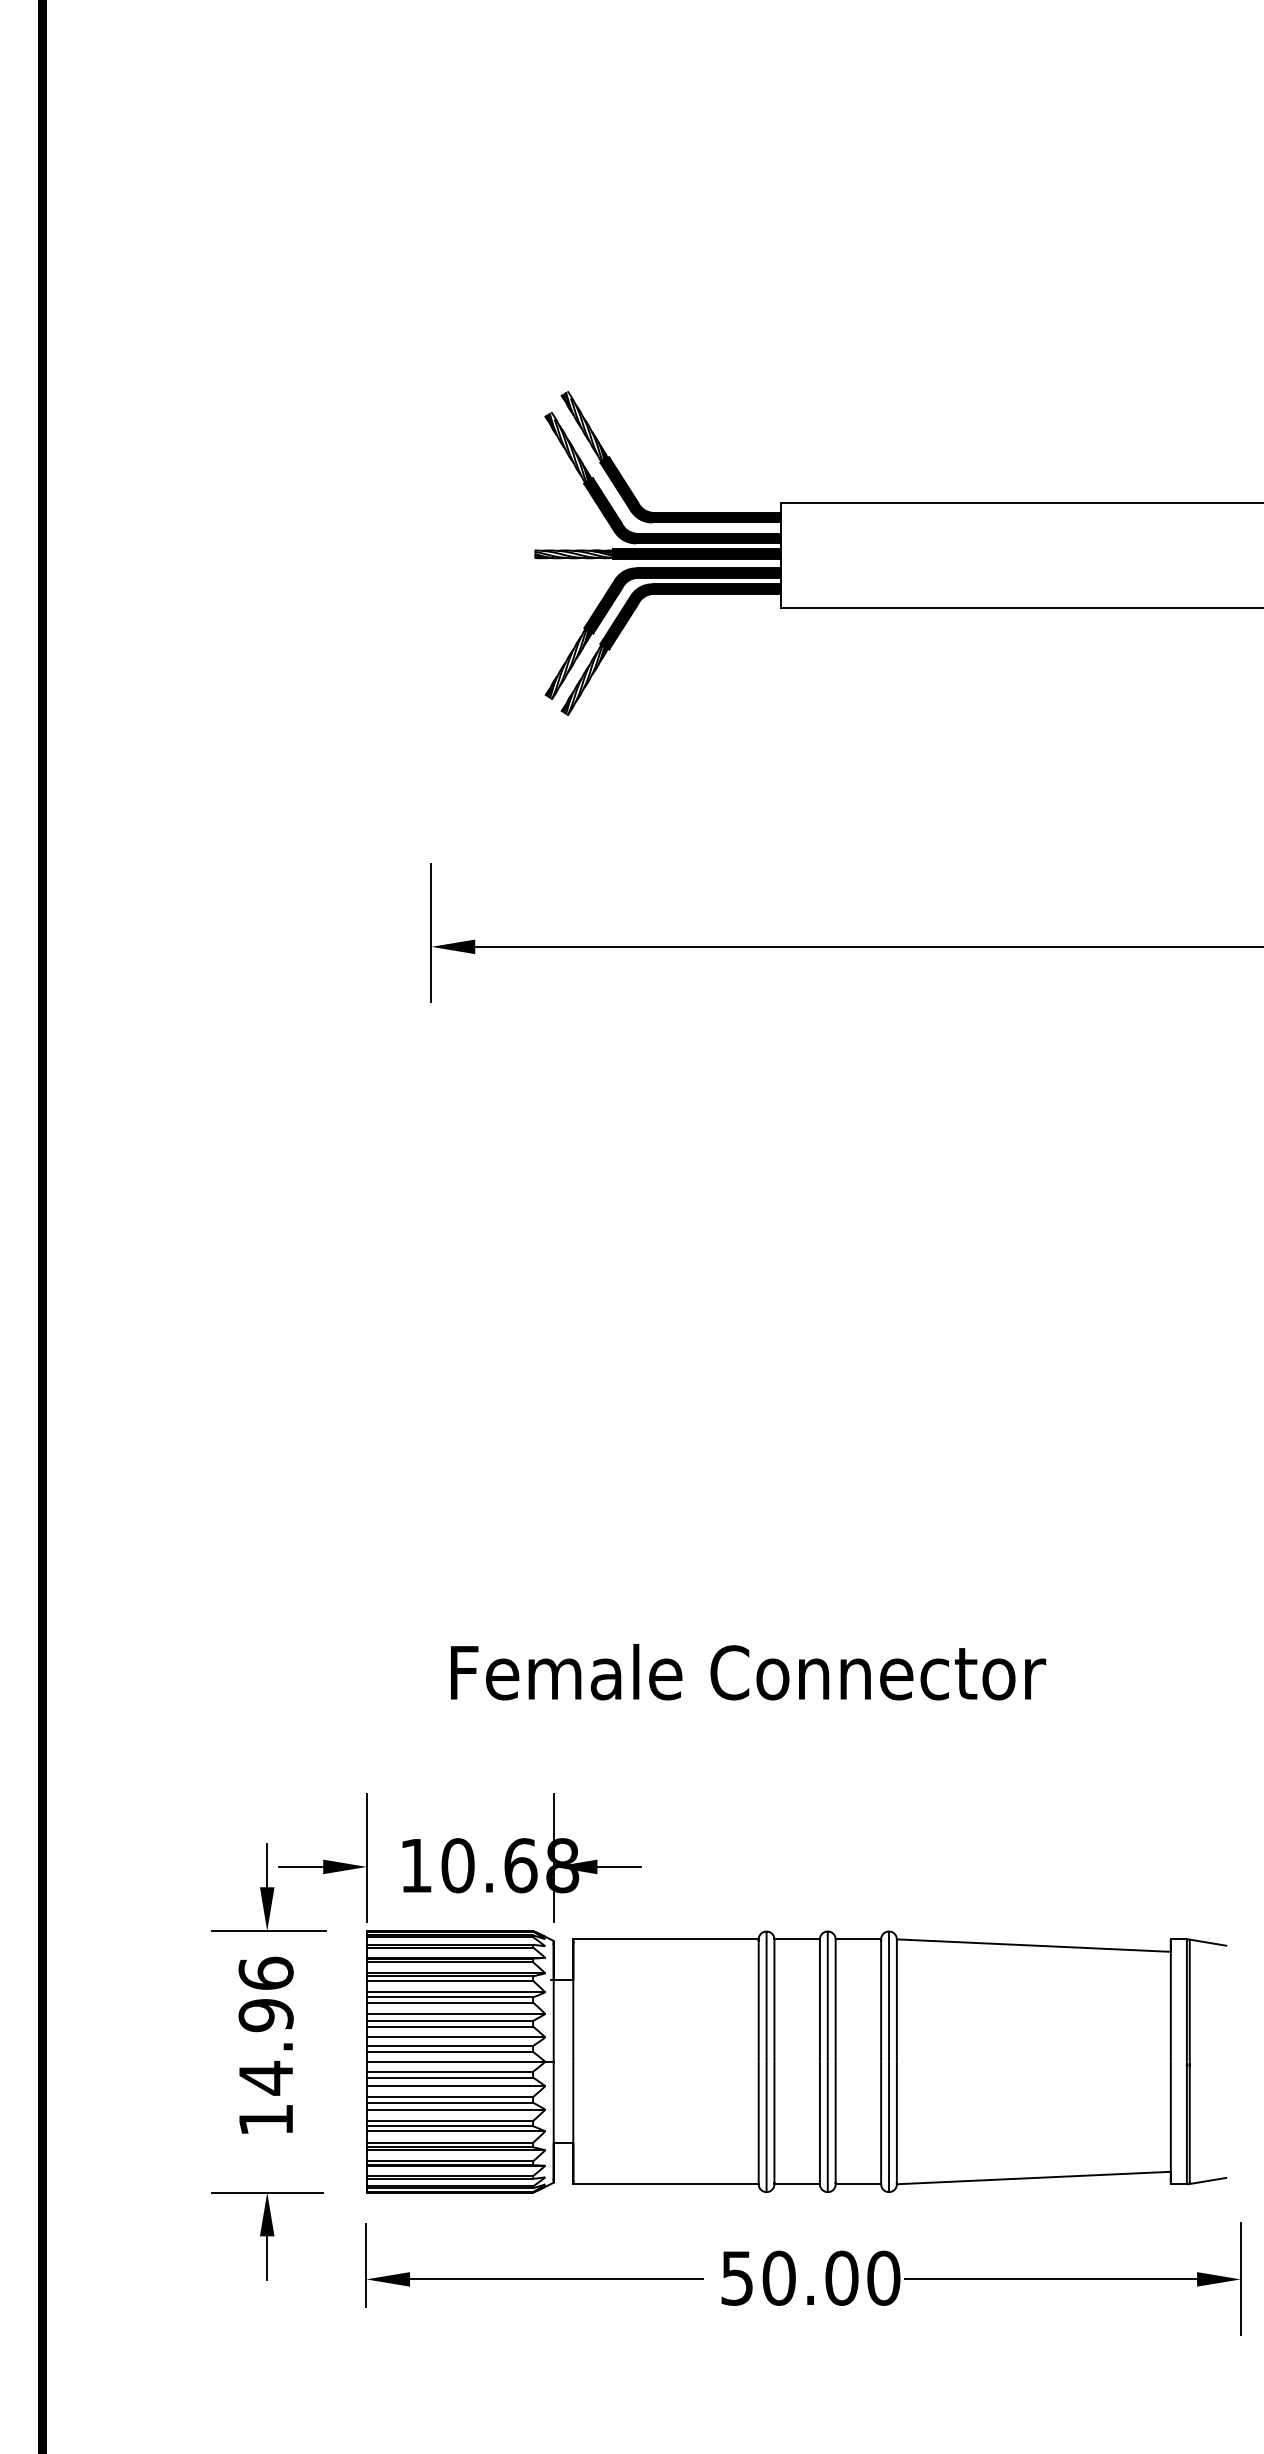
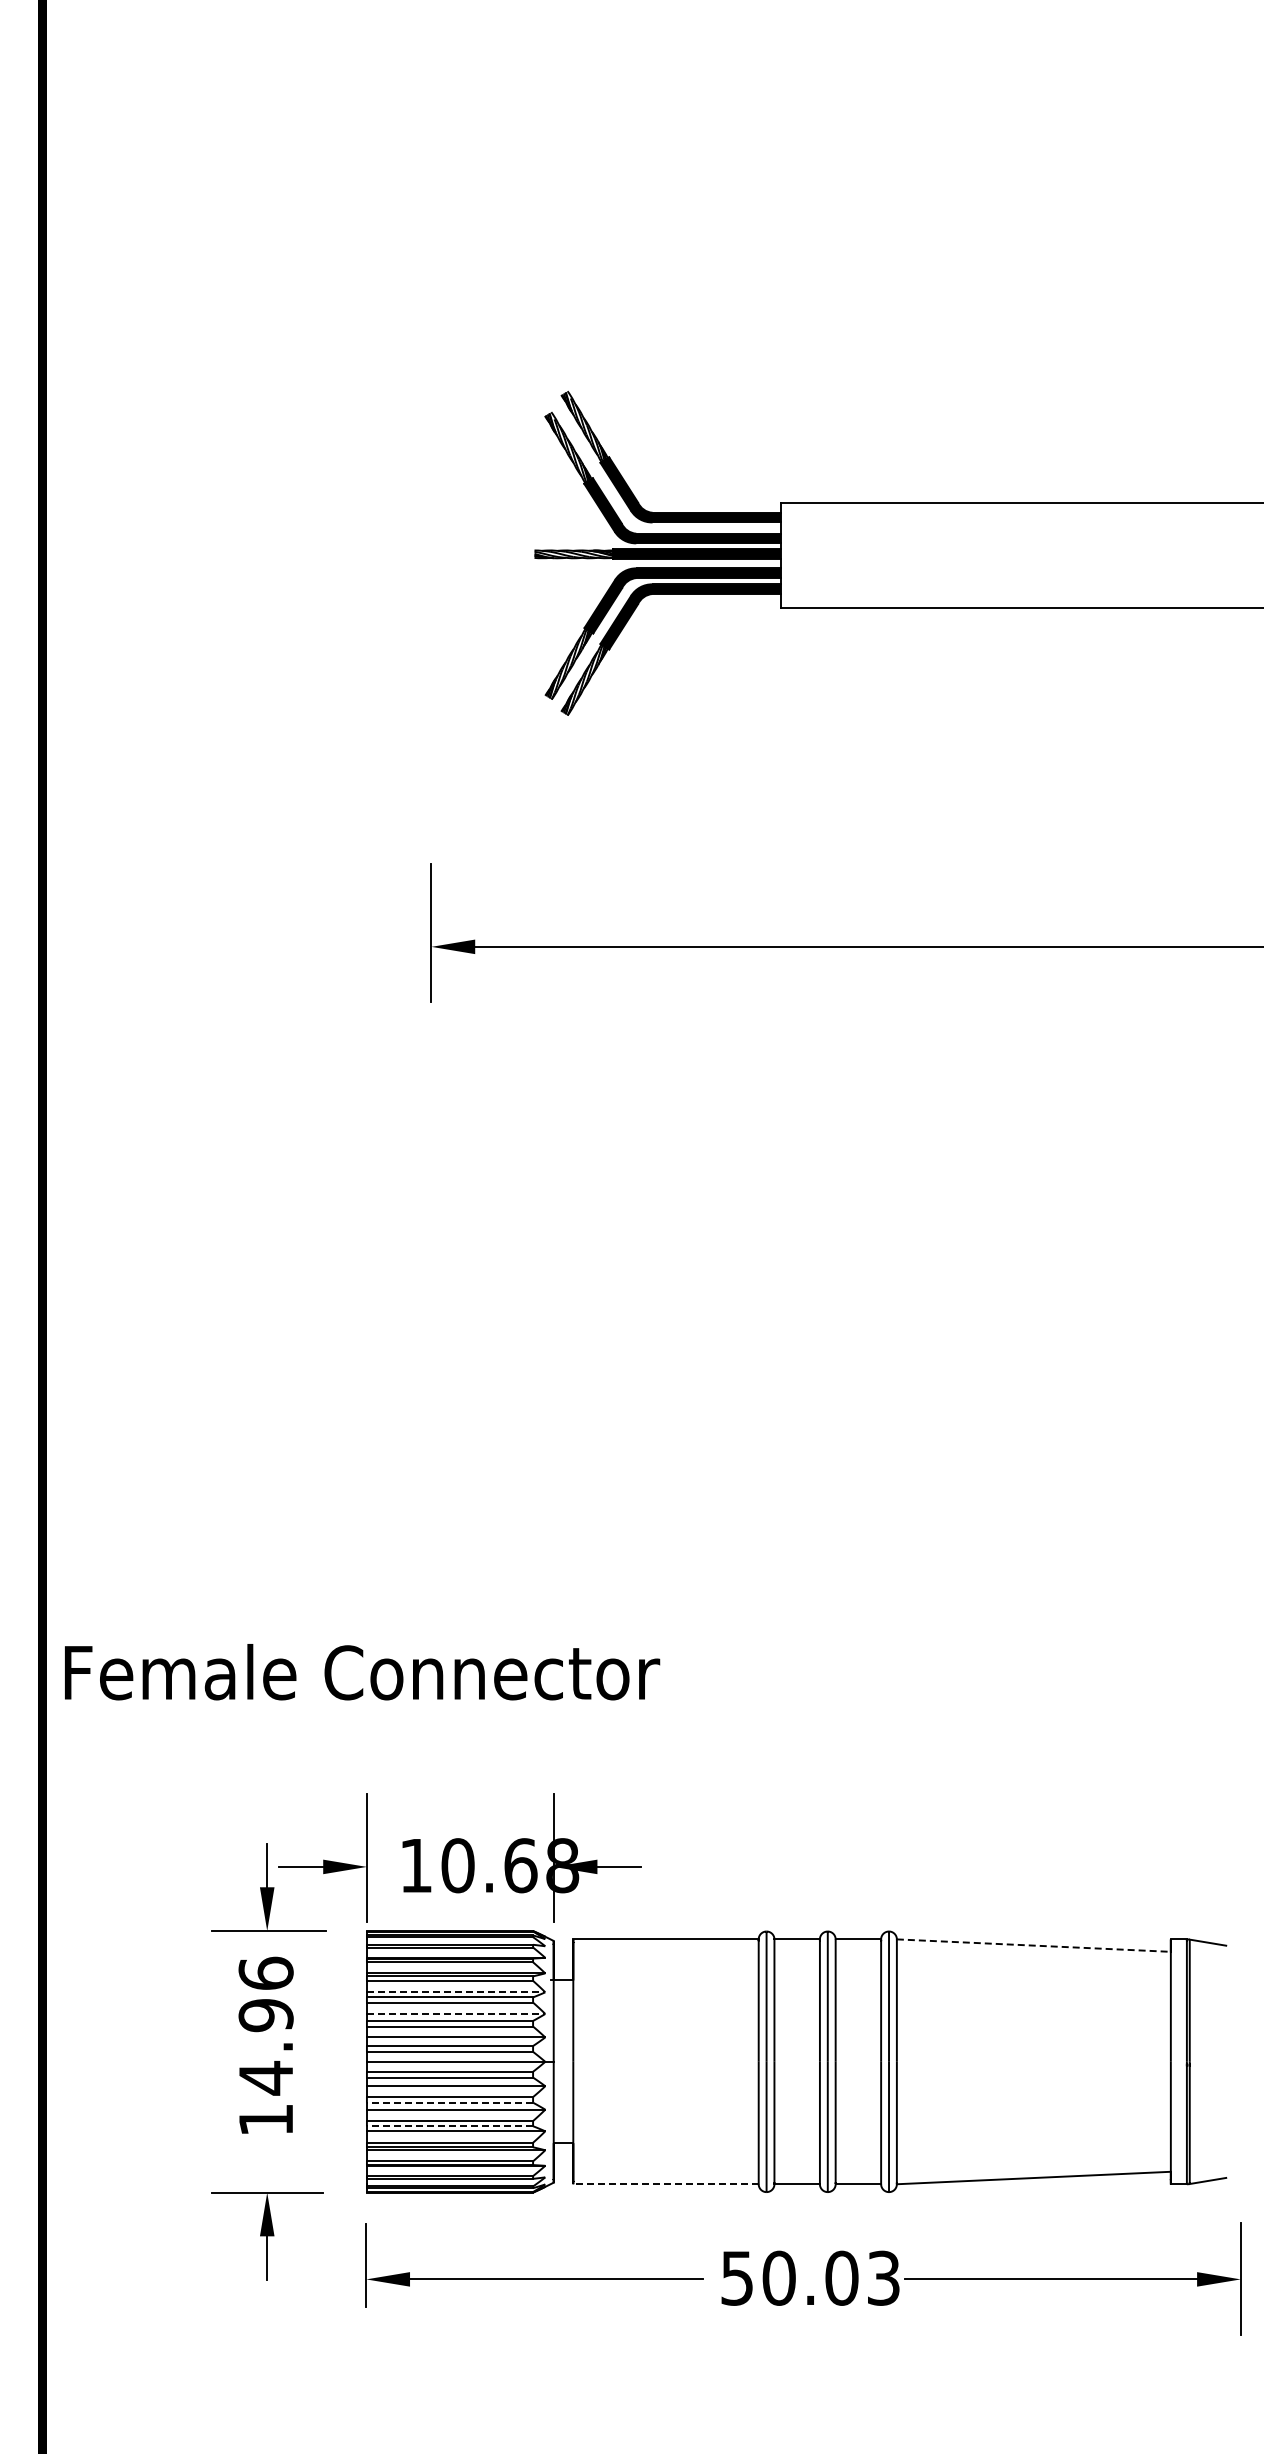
text at (748, 1672) position: (748, 1672) -> (362, 1672)
line at (1034, 1945): solid -> dashed
line at (456, 1992): solid -> dashed
line at (456, 2013): solid -> dashed
line at (449, 2102): solid -> dashed
line at (449, 2126): solid -> dashed
line at (666, 2184): solid -> dashed
text at (883, 2277): 50.00 -> 50.03
